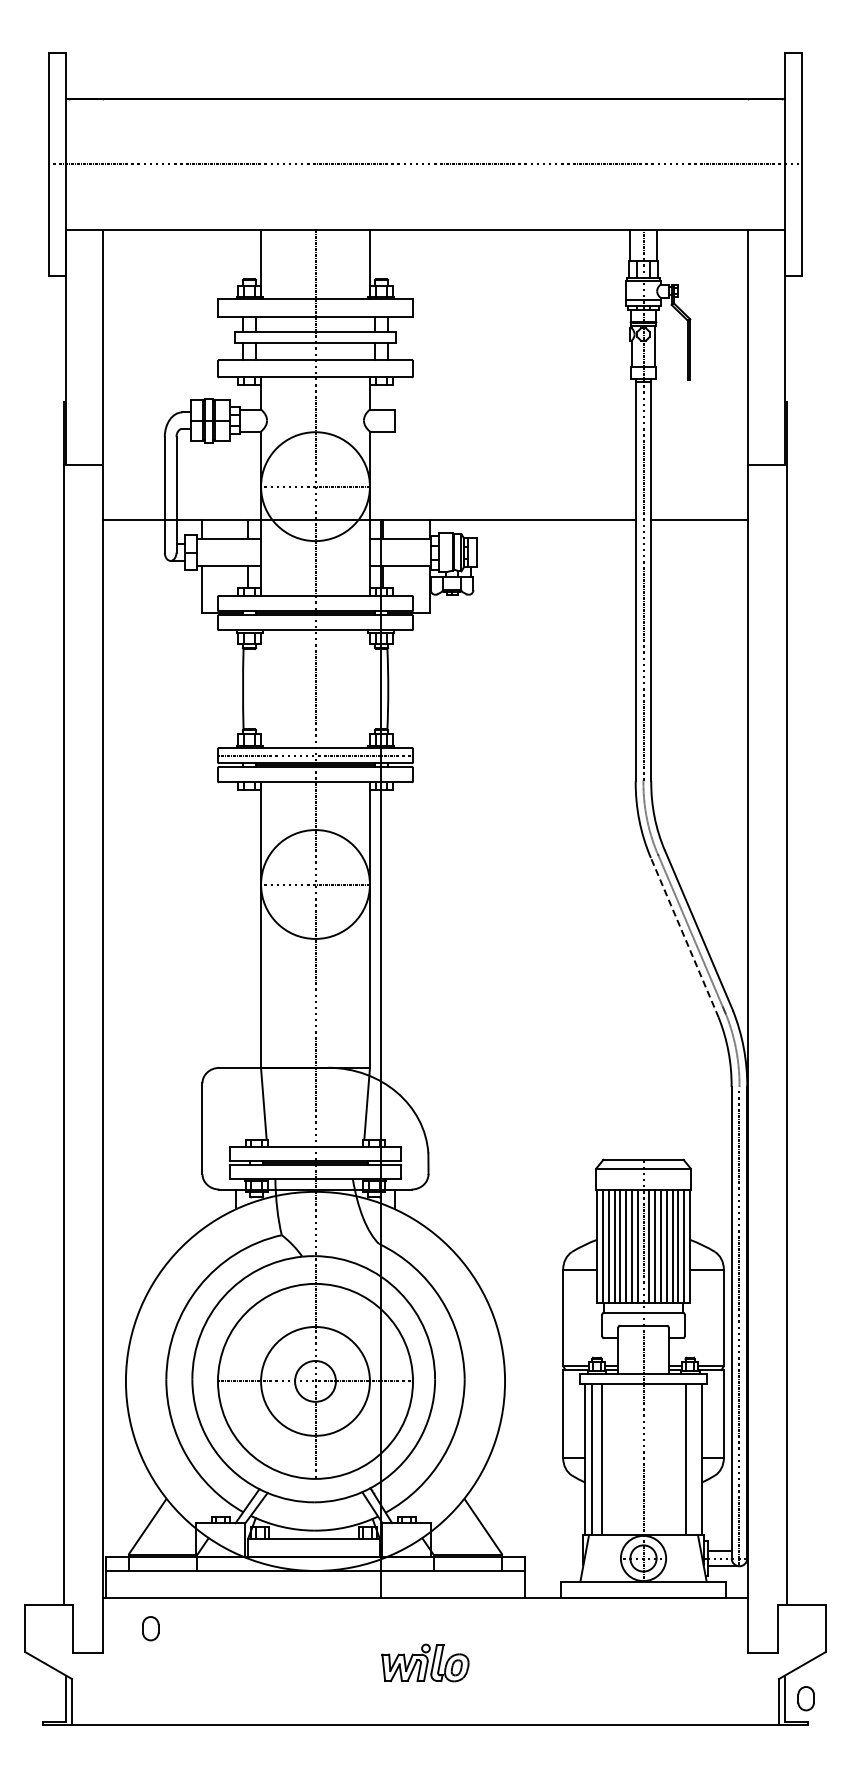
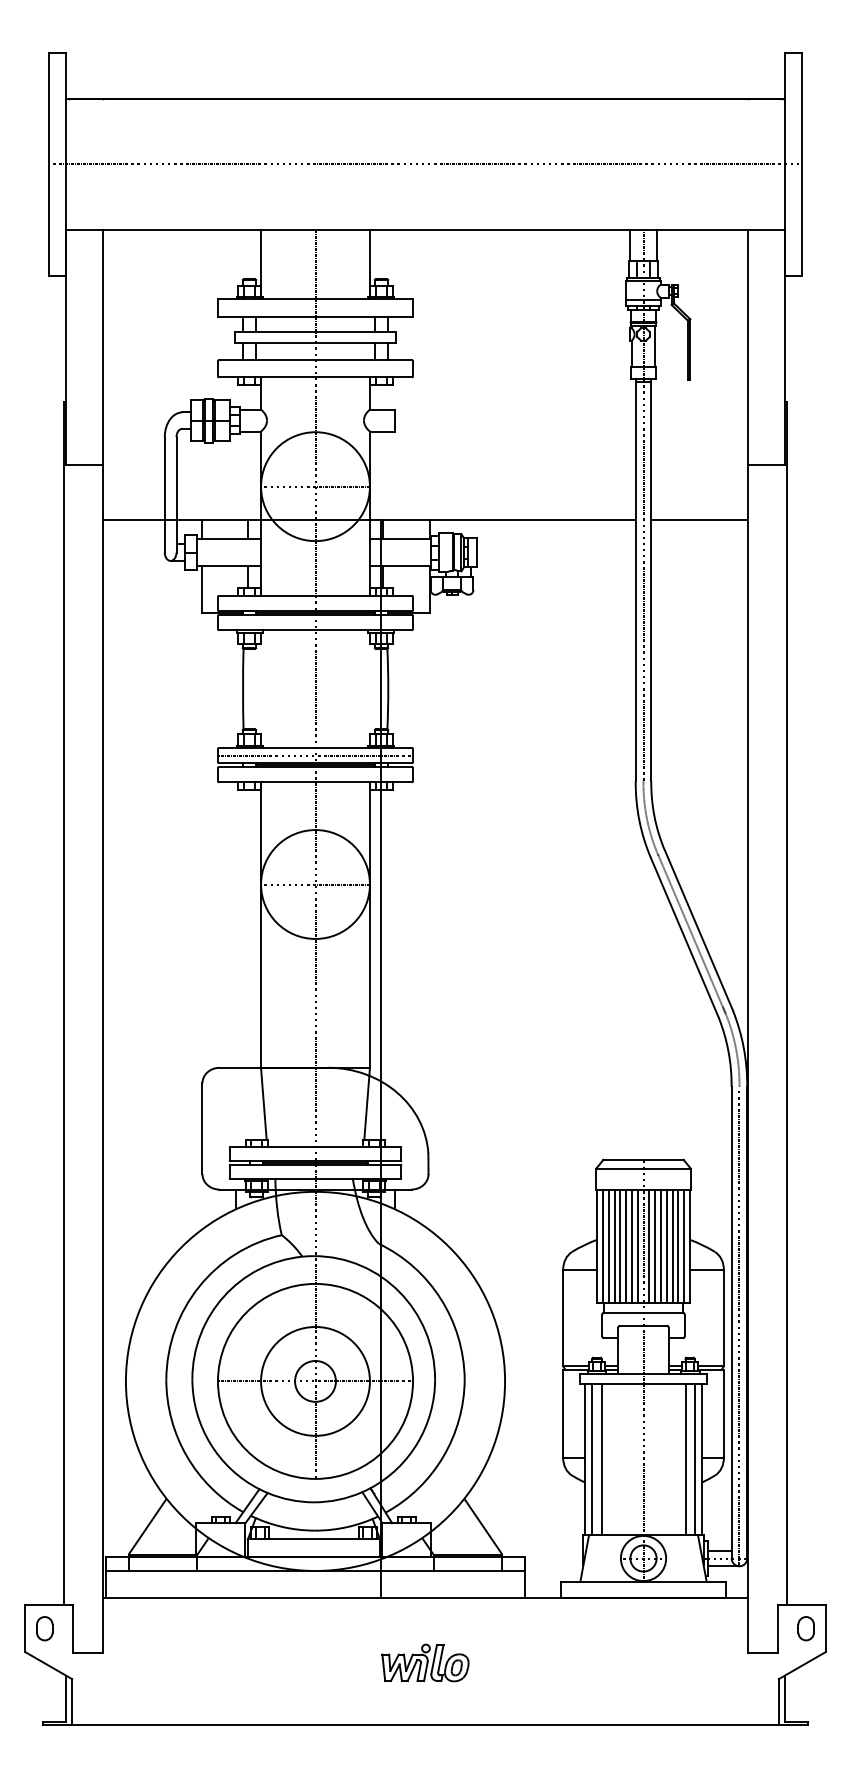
line at (684, 937): dashed -> solid
line at (694, 1459): none -> present
part at (150, 1628) position: (150, 1628) -> (44, 1628)
part at (805, 1698) position: (805, 1698) -> (805, 1628)
